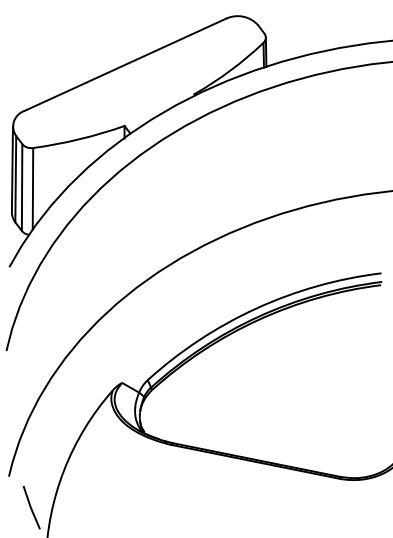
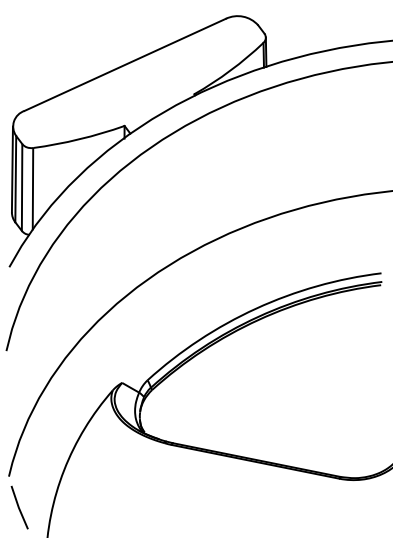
line at (31, 507) position: (31, 507) -> (19, 507)
